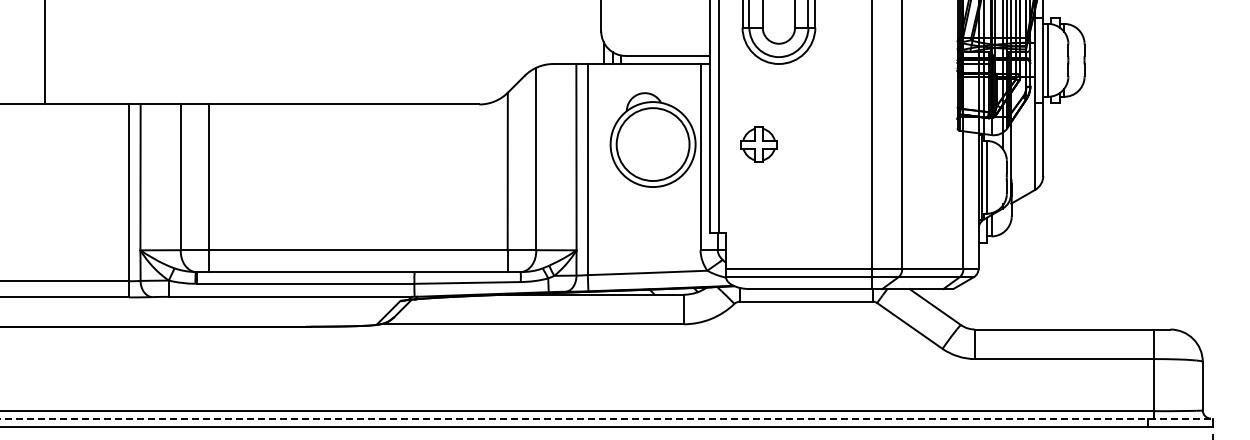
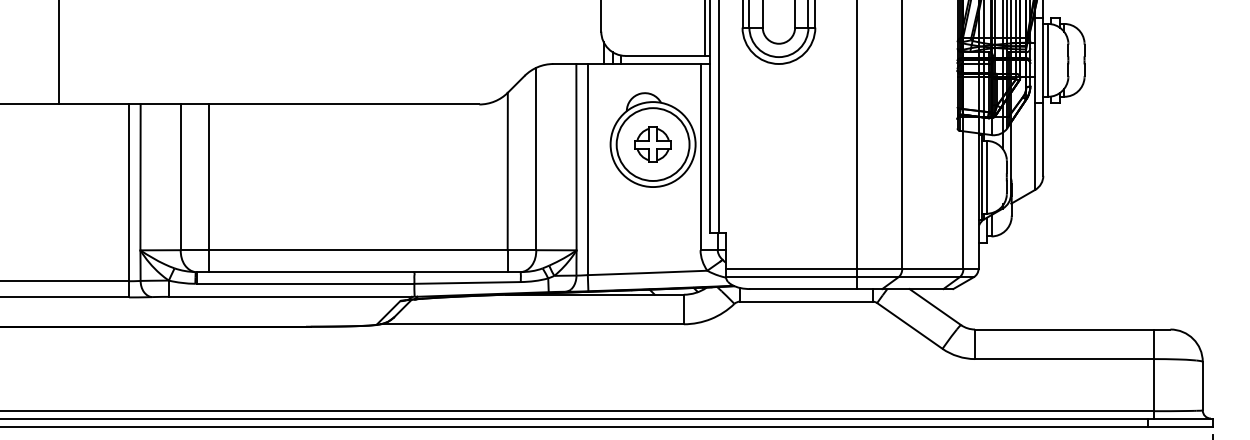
line at (704, 28): none -> present
line at (45, 53) position: (45, 53) -> (59, 53)
part at (758, 144) position: (758, 144) -> (652, 144)
line at (872, 145) position: (872, 145) -> (857, 145)
line at (606, 418): dashed -> solid
